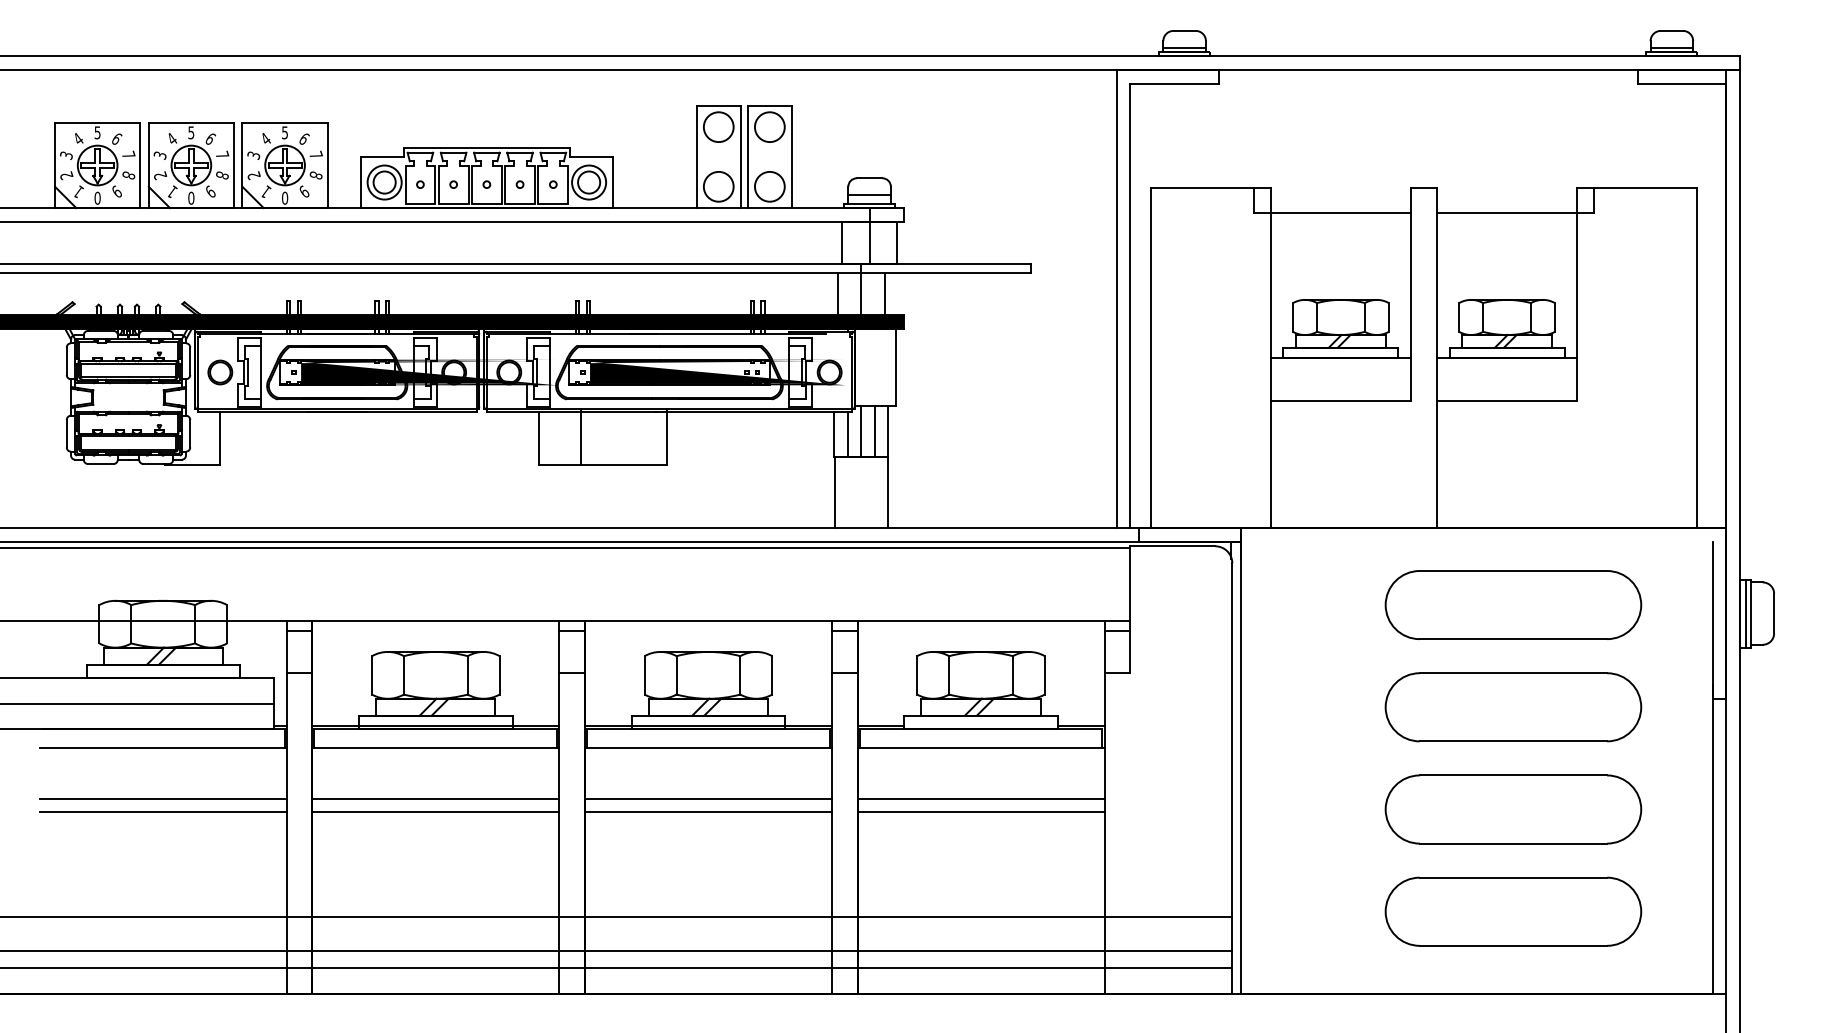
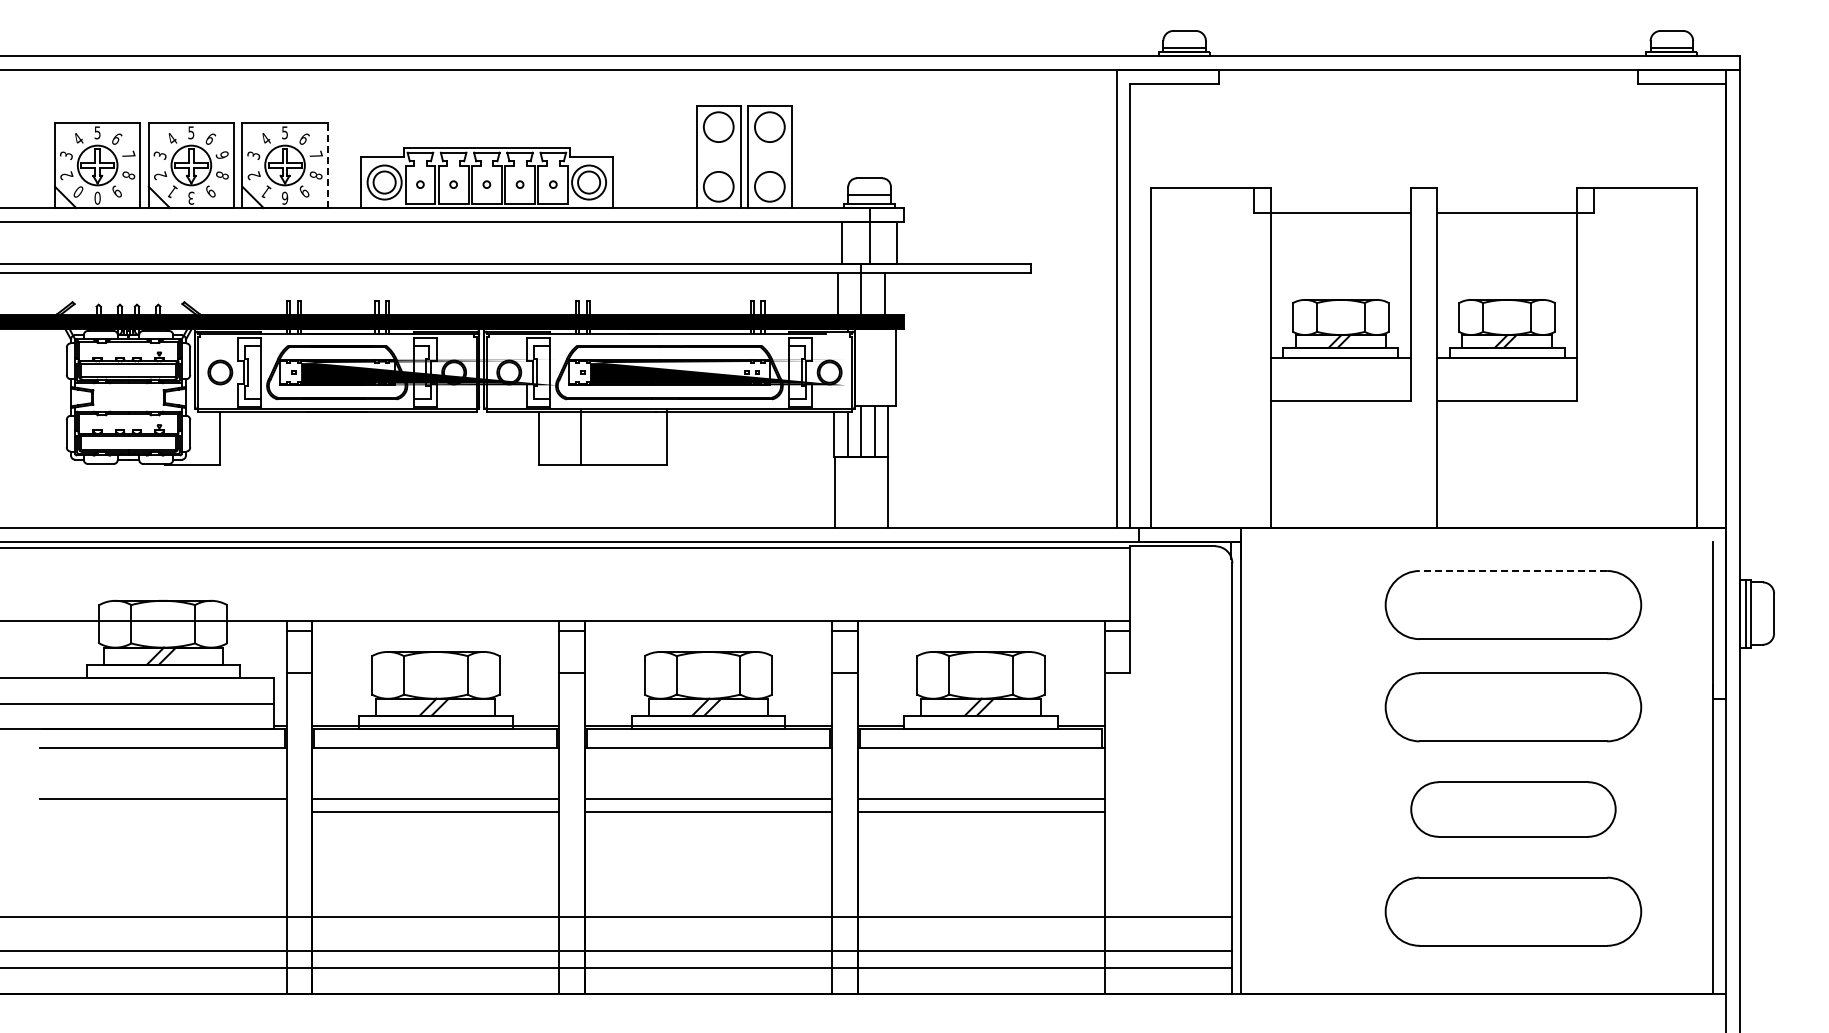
text at (222, 154): 7 -> 9
line at (327, 165): solid -> dashed
text at (78, 191): 1 -> 0
text at (191, 197): 0 -> 3
text at (284, 198): 0 -> 6
line at (1513, 571): solid -> dashed
part at (1513, 809) size: 259x71 px -> 207x57 px
line at (162, 812): present -> none
